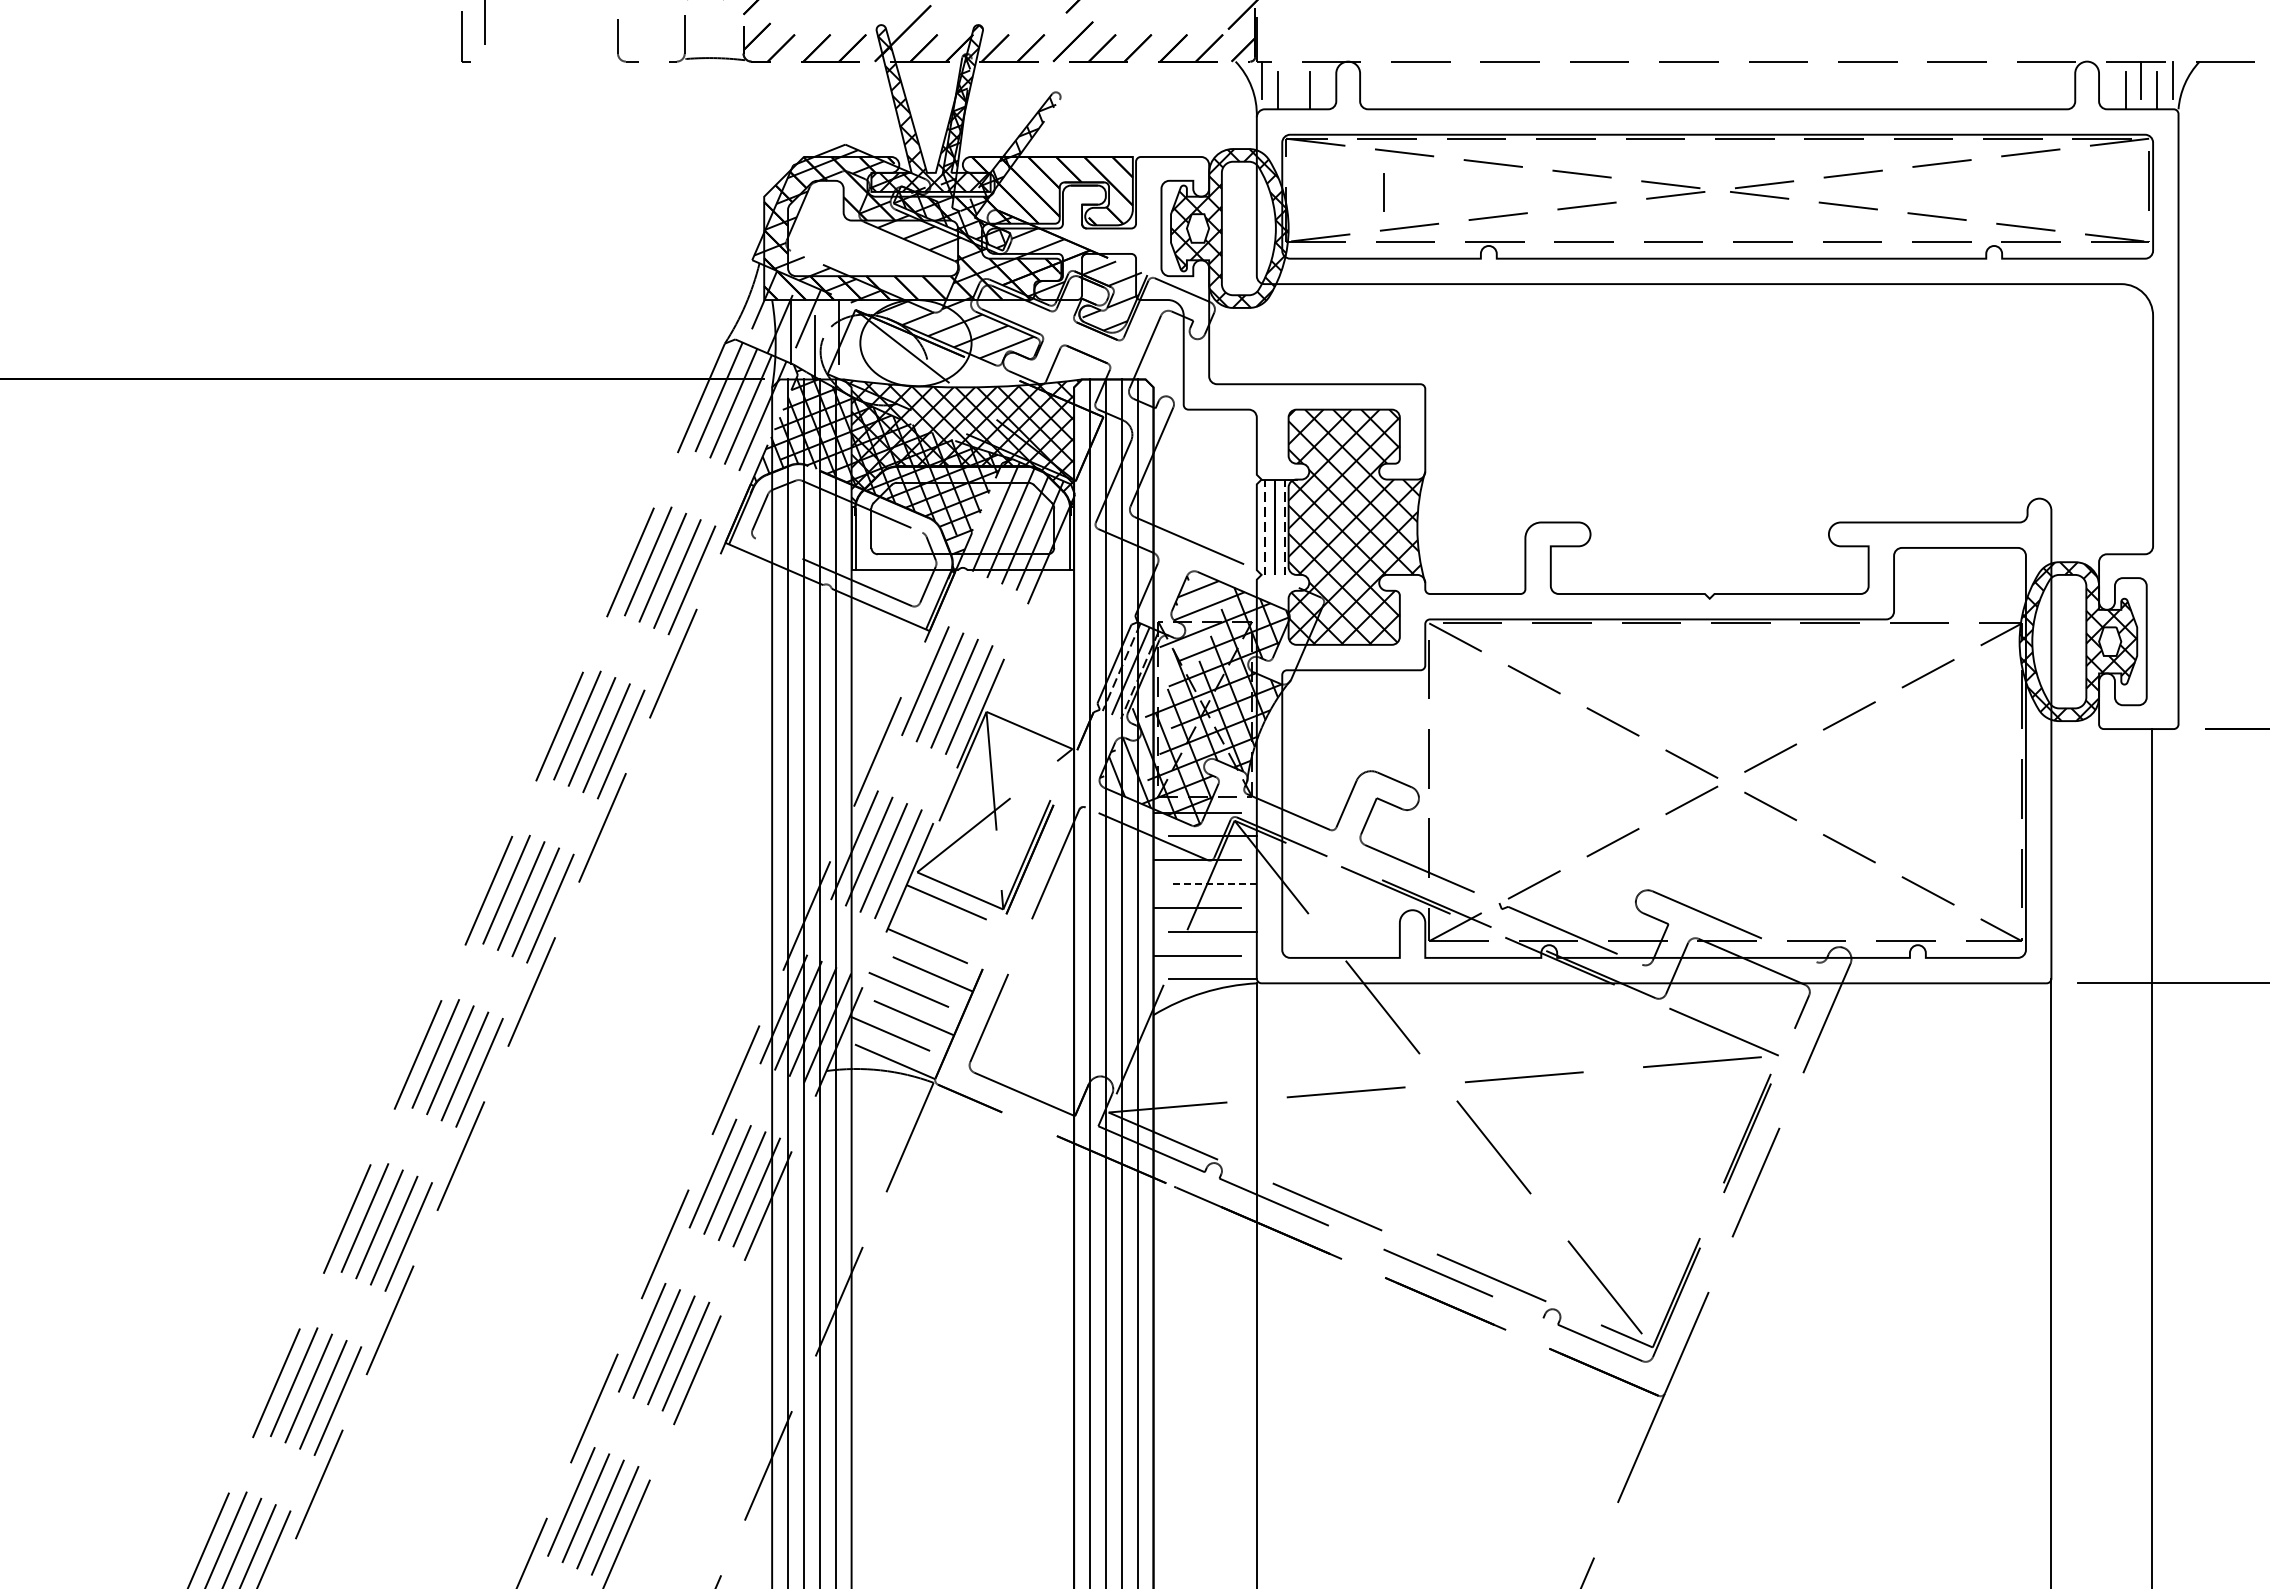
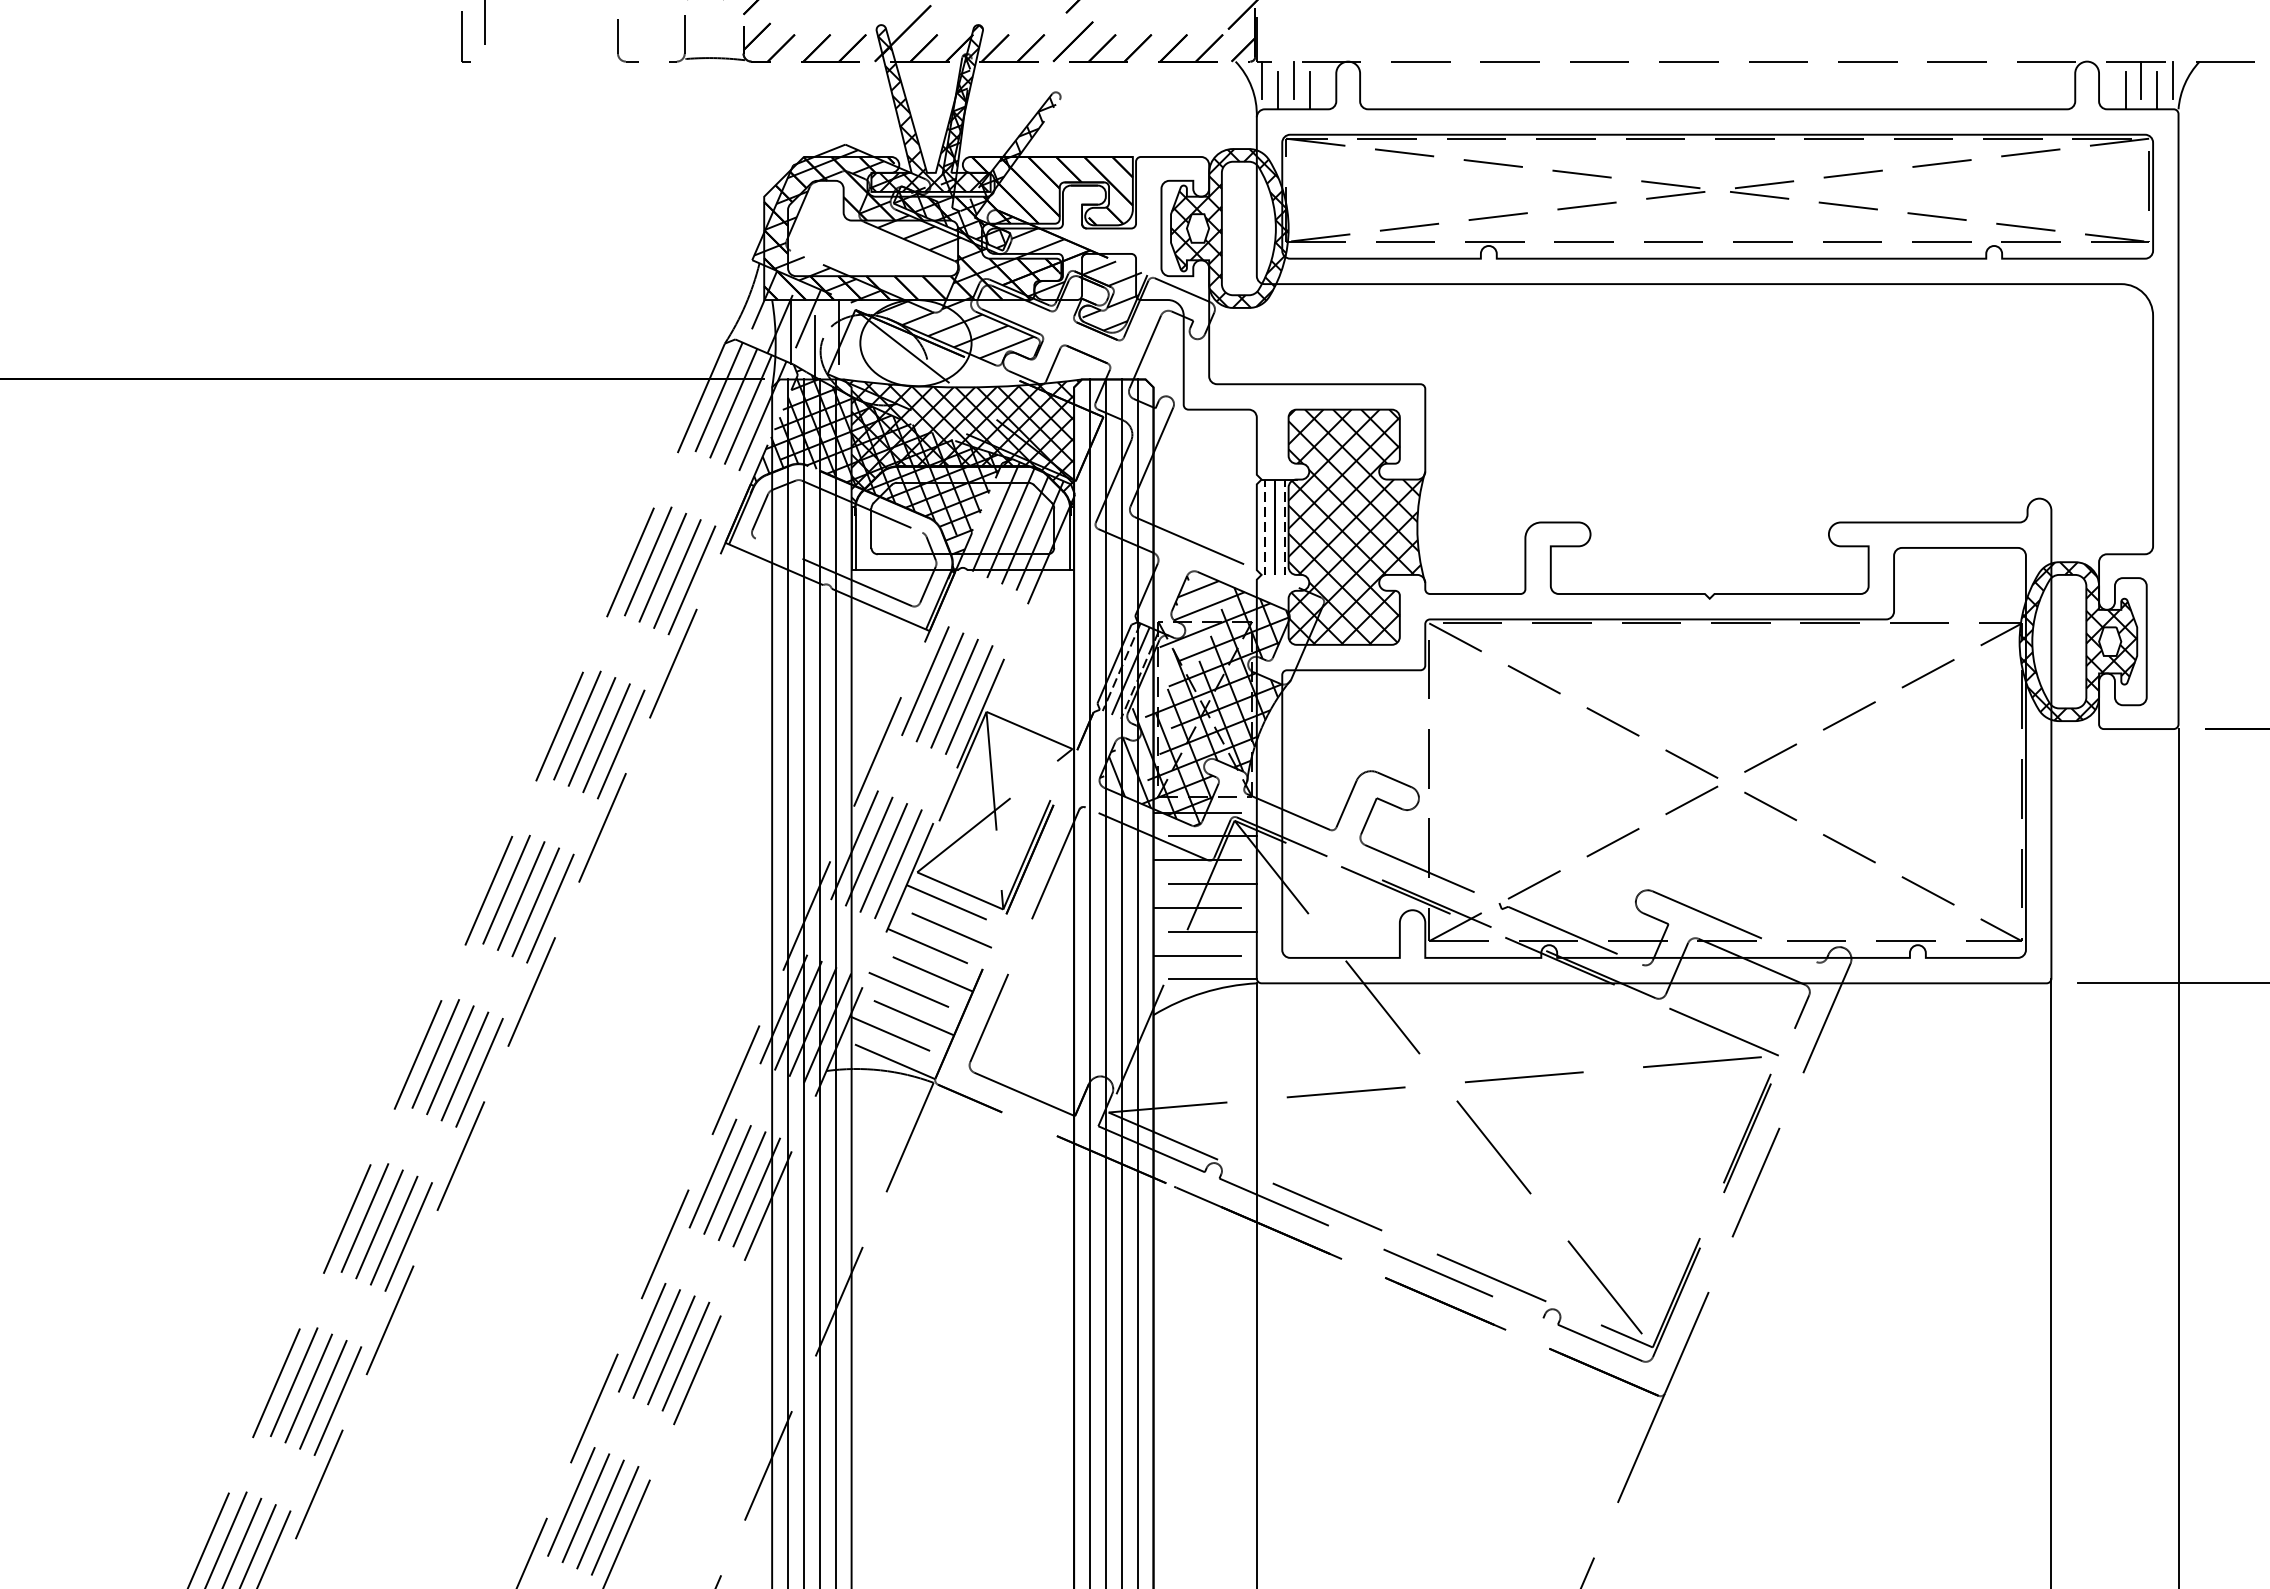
line at (1383, 192) position: (1383, 192) -> (1293, 80)
line at (1213, 884): dashed -> solid
line at (951, 930): none -> present
line at (2151, 1157) position: (2151, 1157) -> (2178, 1157)
